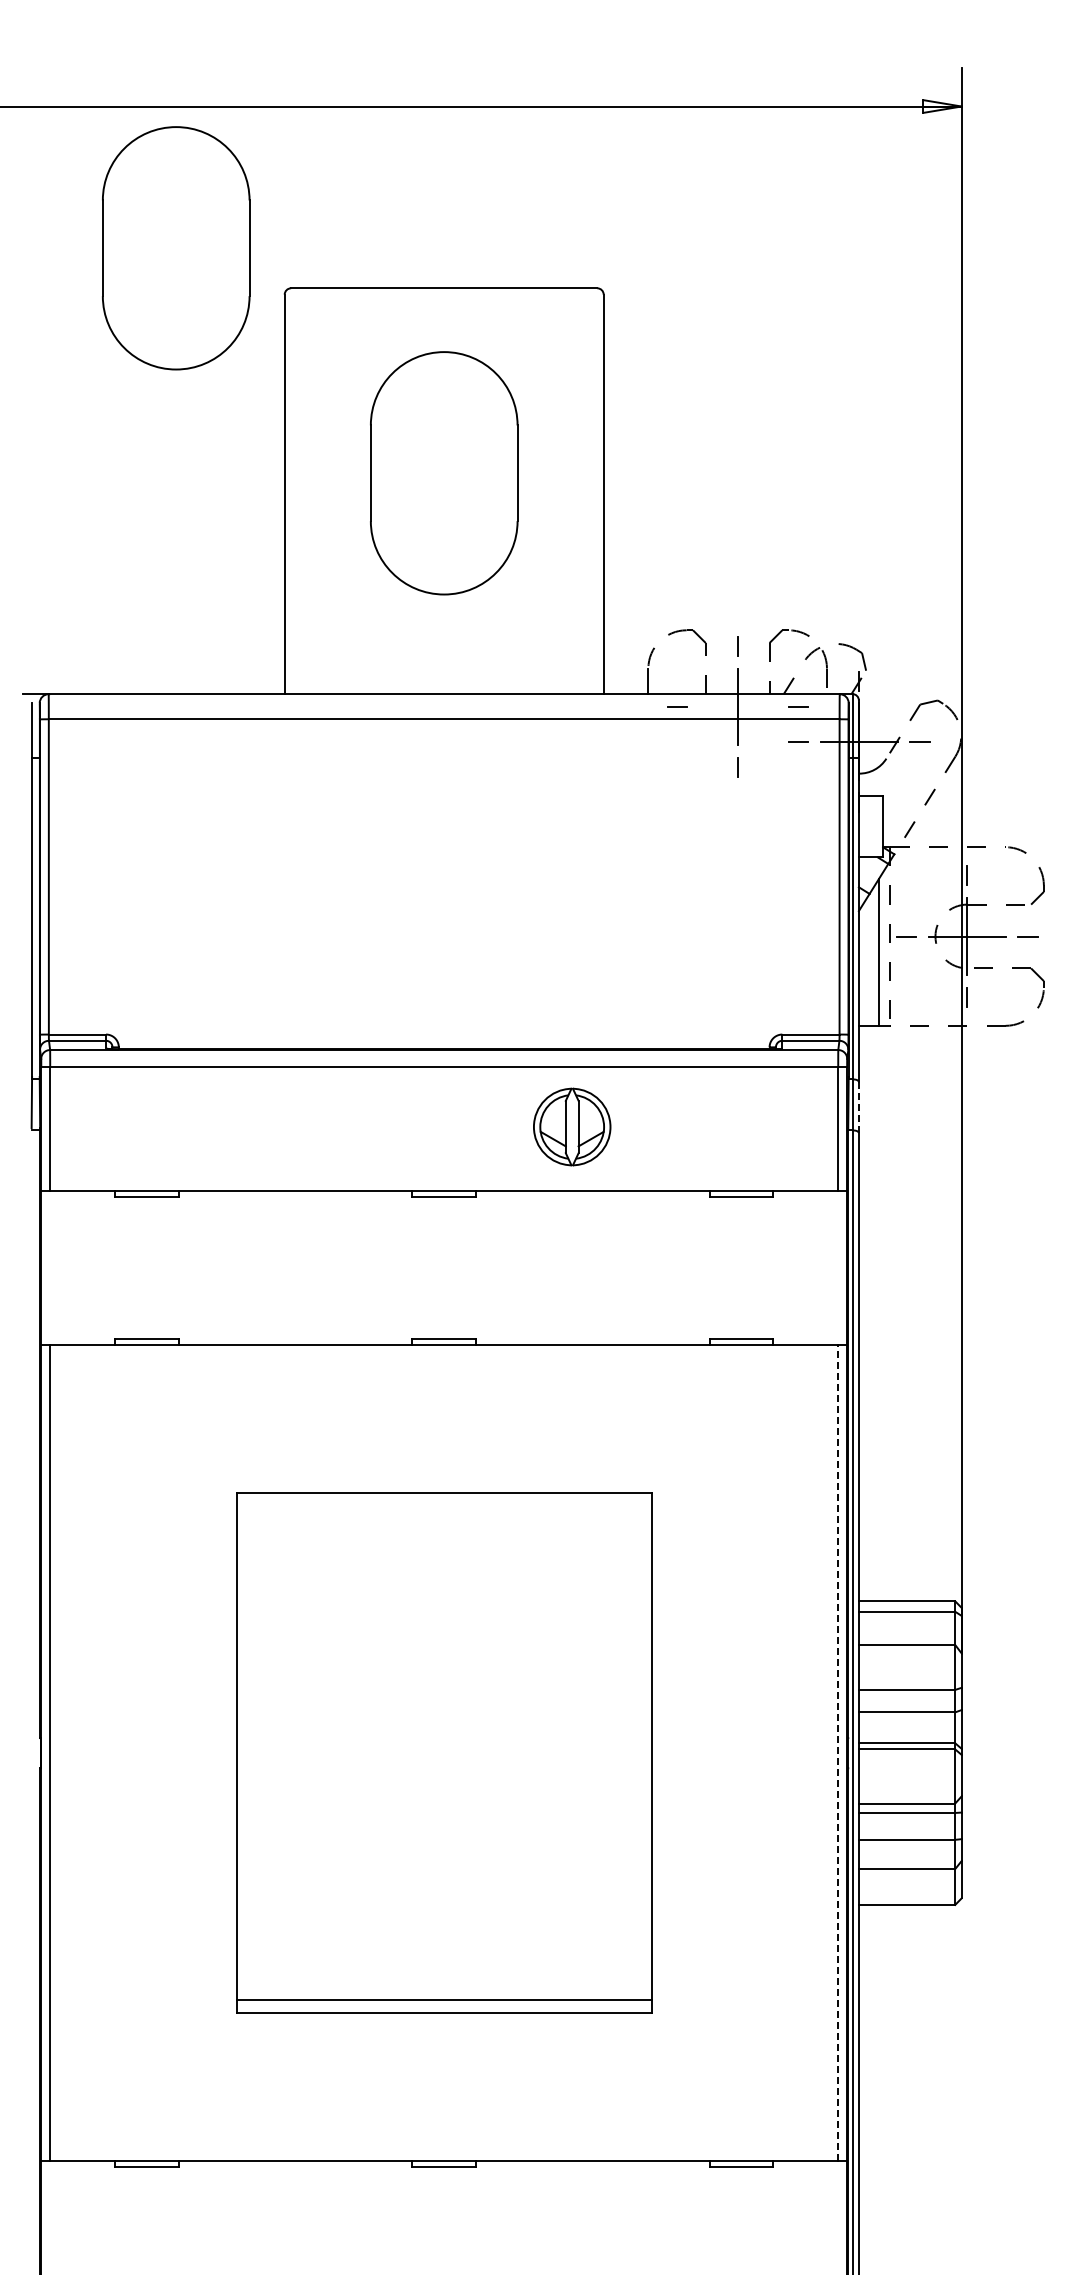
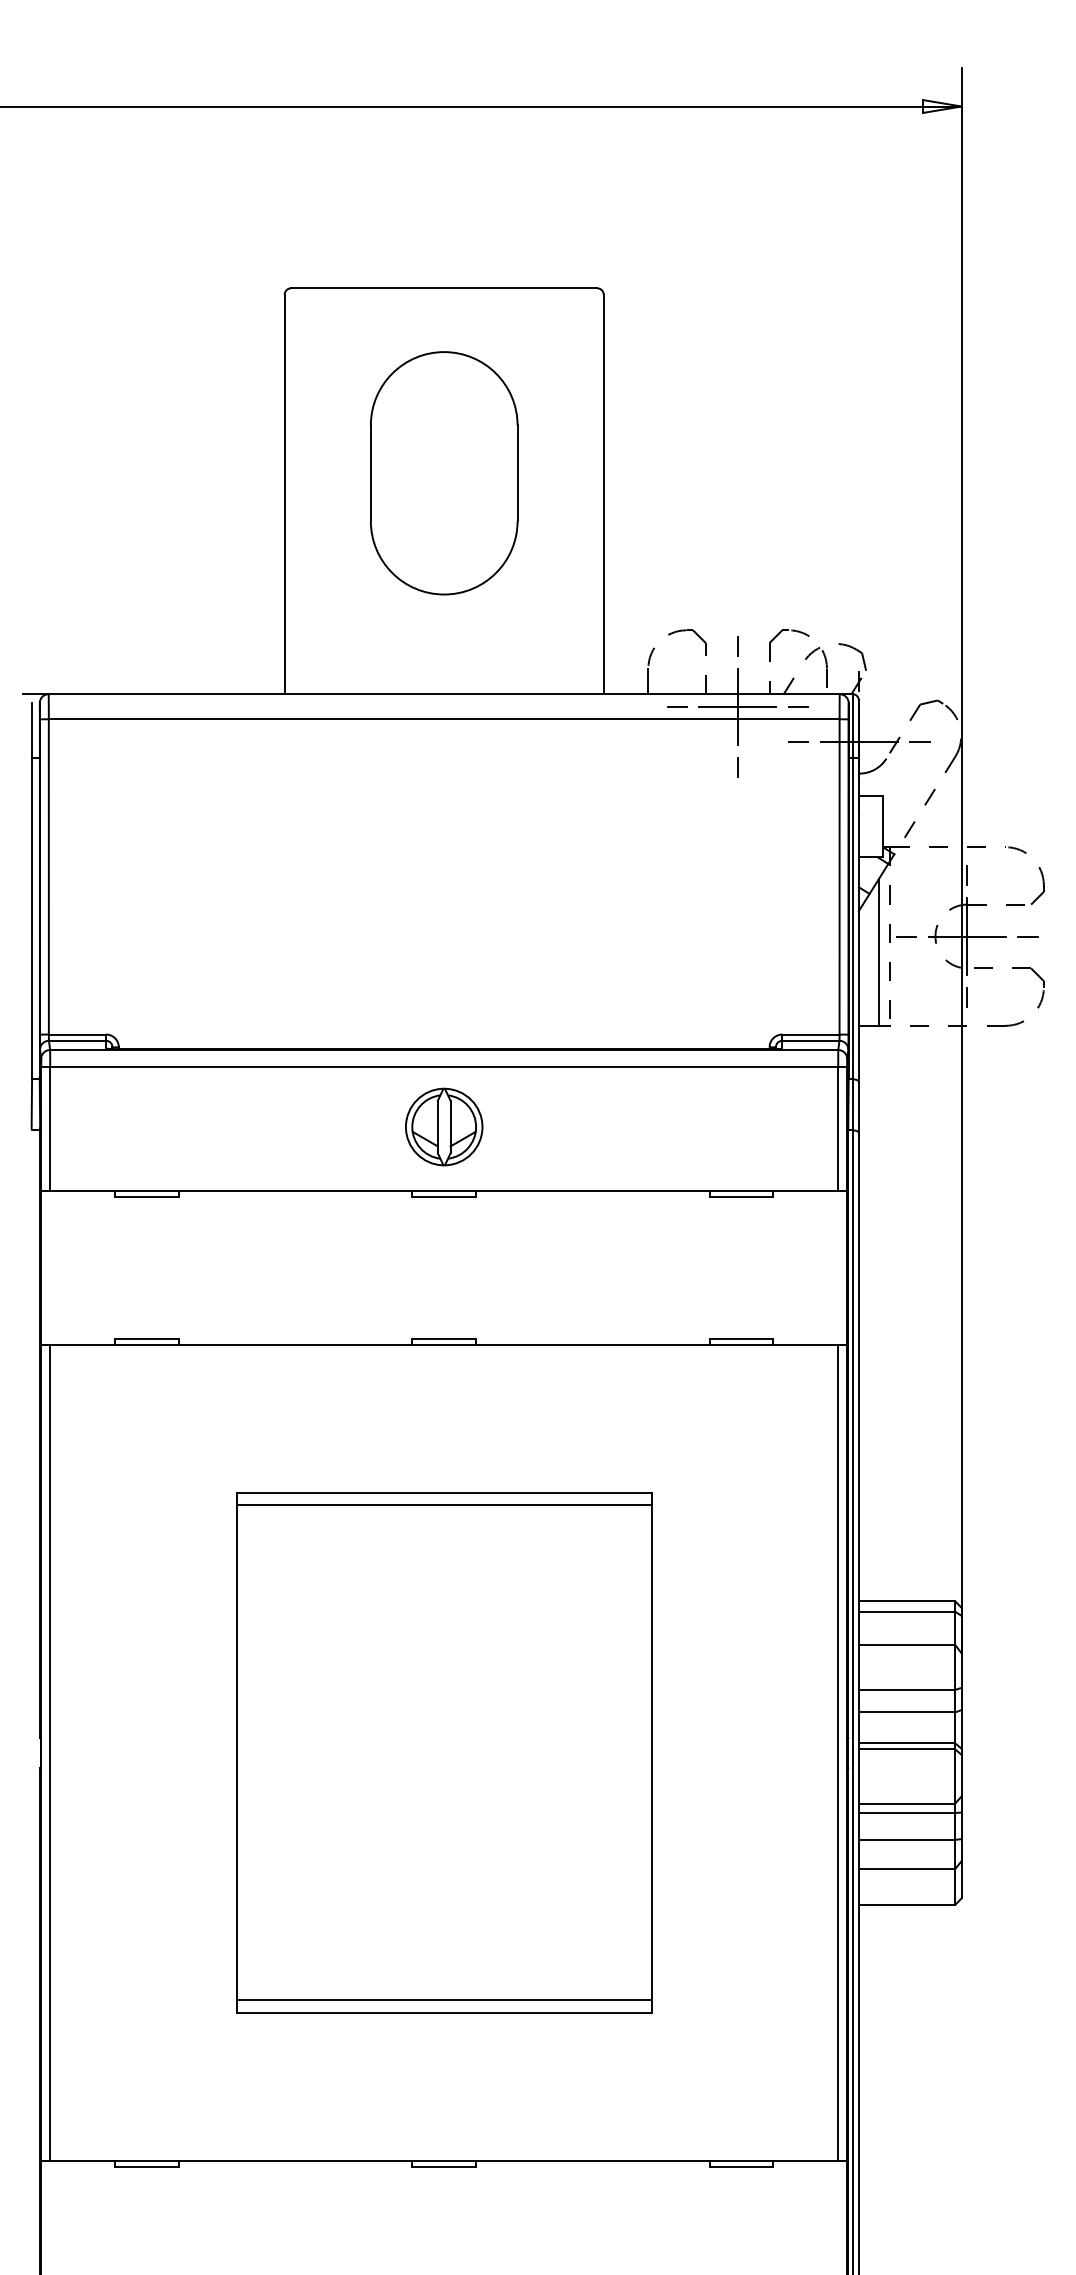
part at (176, 248): present -> none
line at (737, 706): none -> present
line at (858, 1107): dashed -> solid
part at (572, 1126) position: (572, 1126) -> (444, 1126)
line at (443, 1505): none -> present
line at (838, 1752): dashed -> solid
